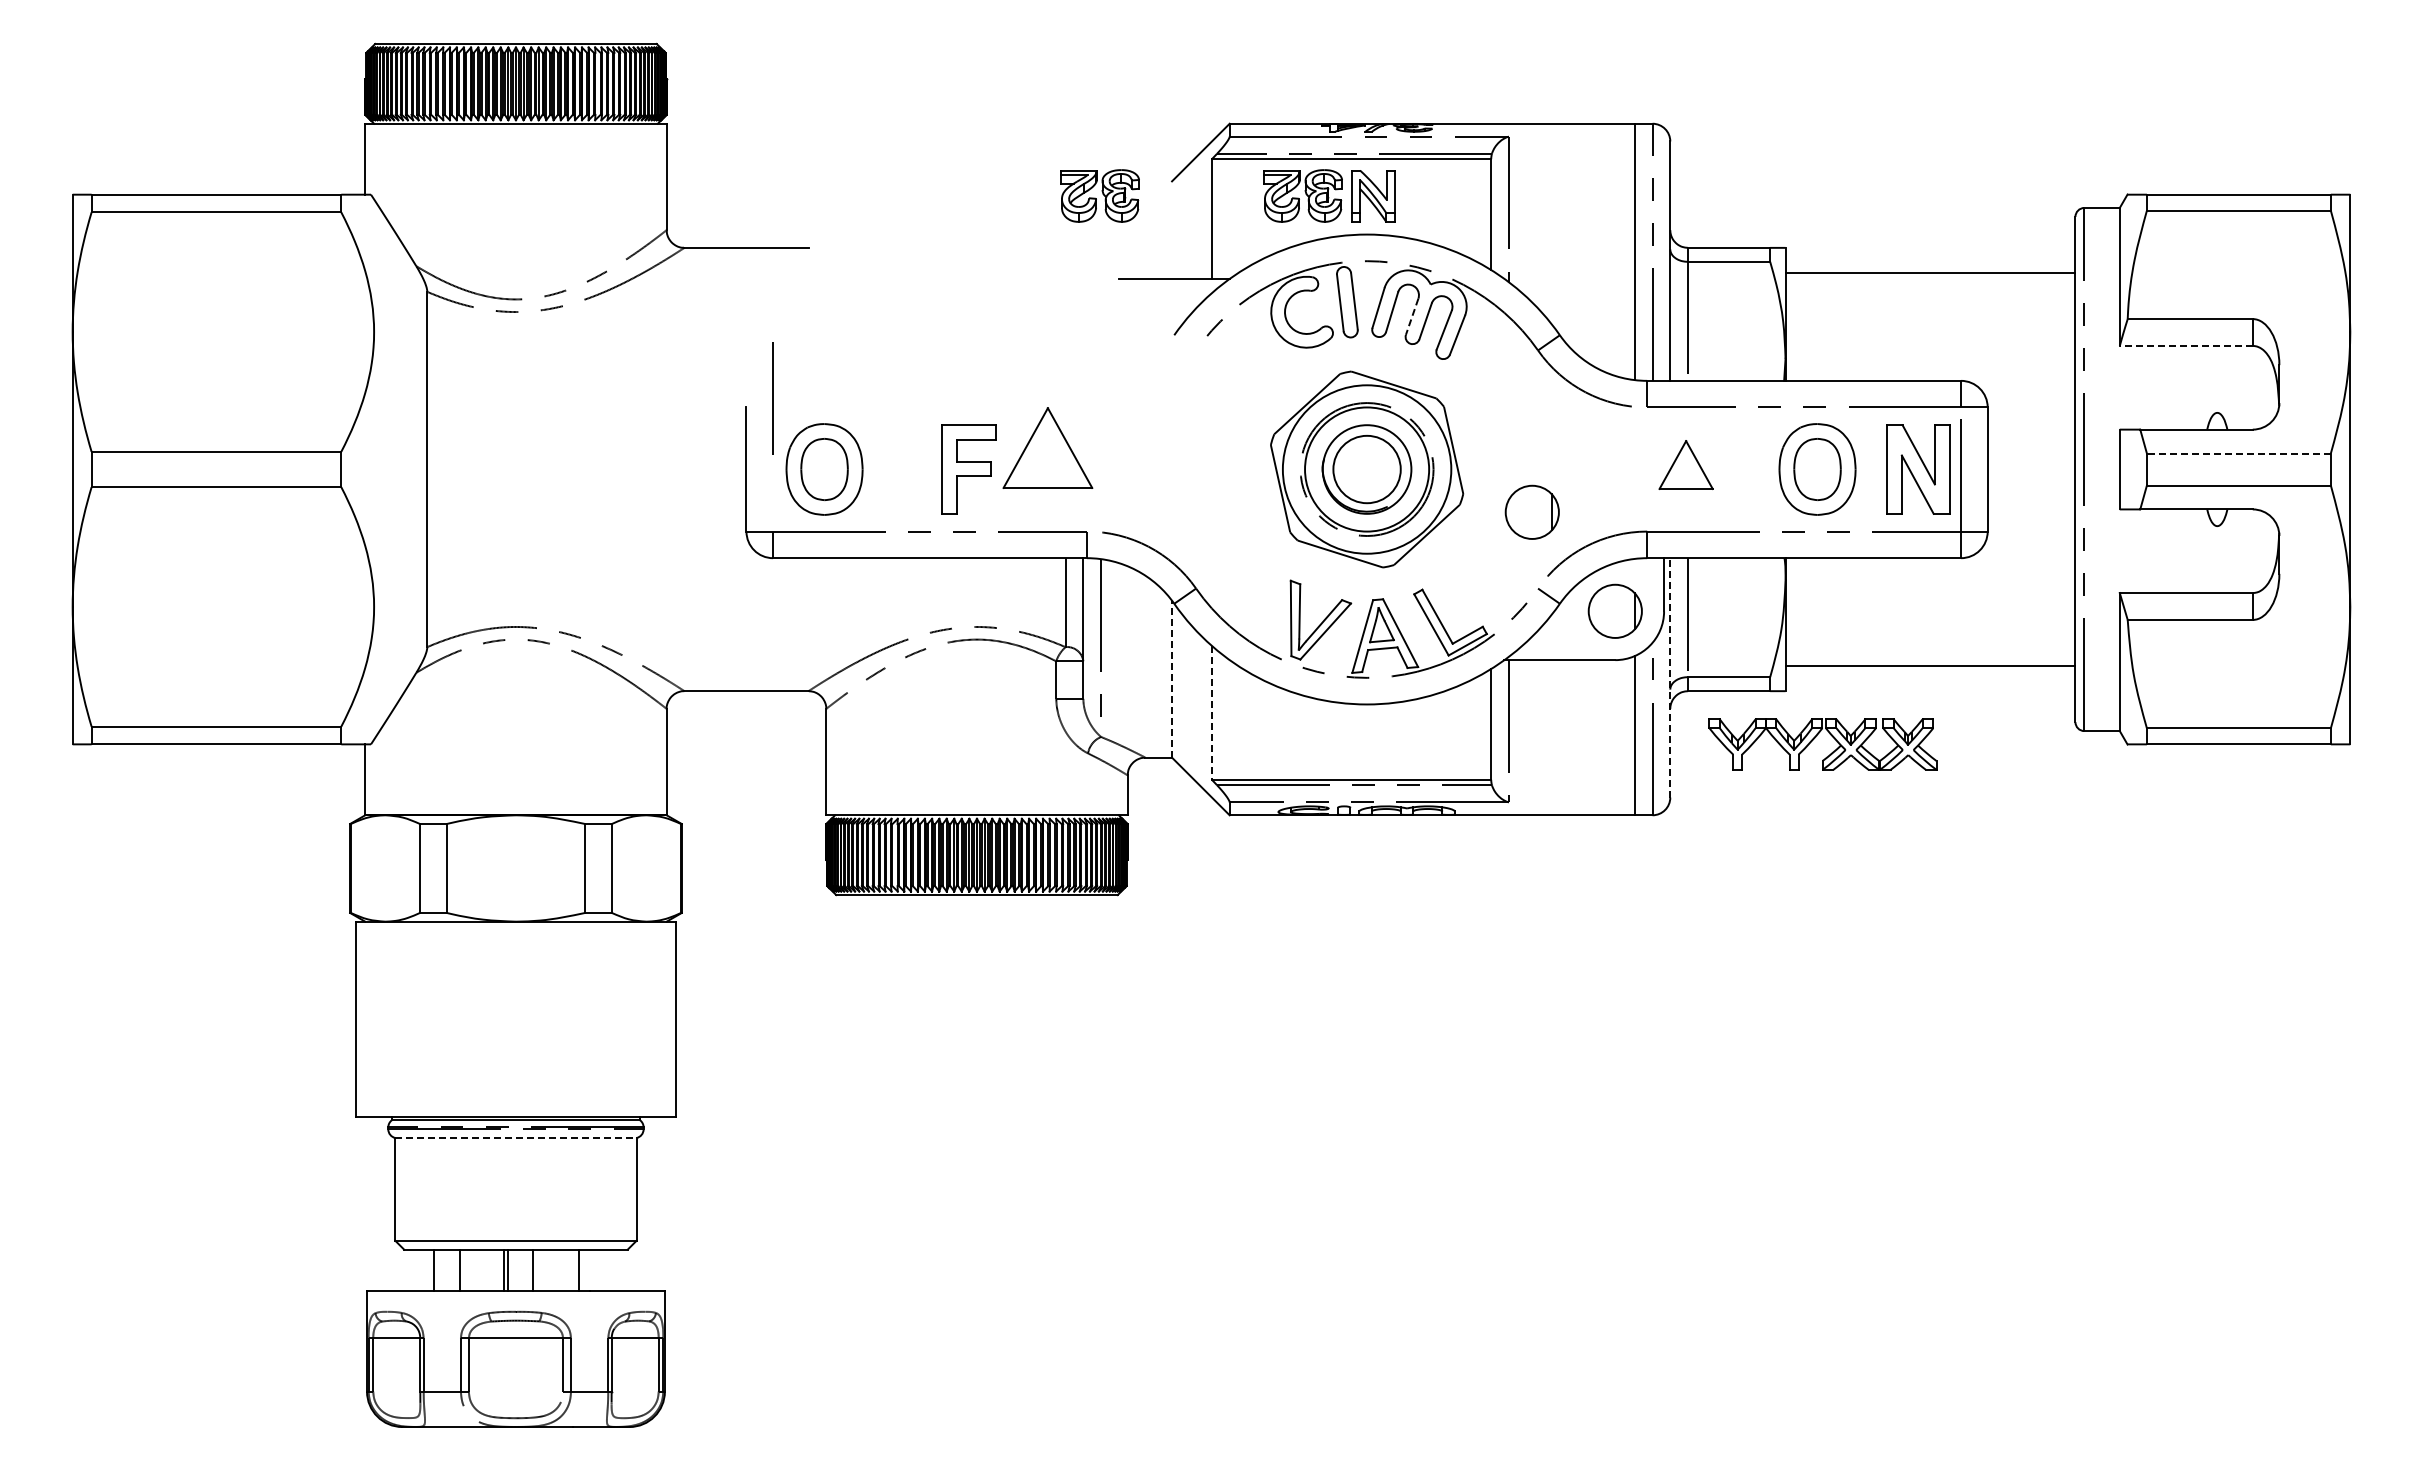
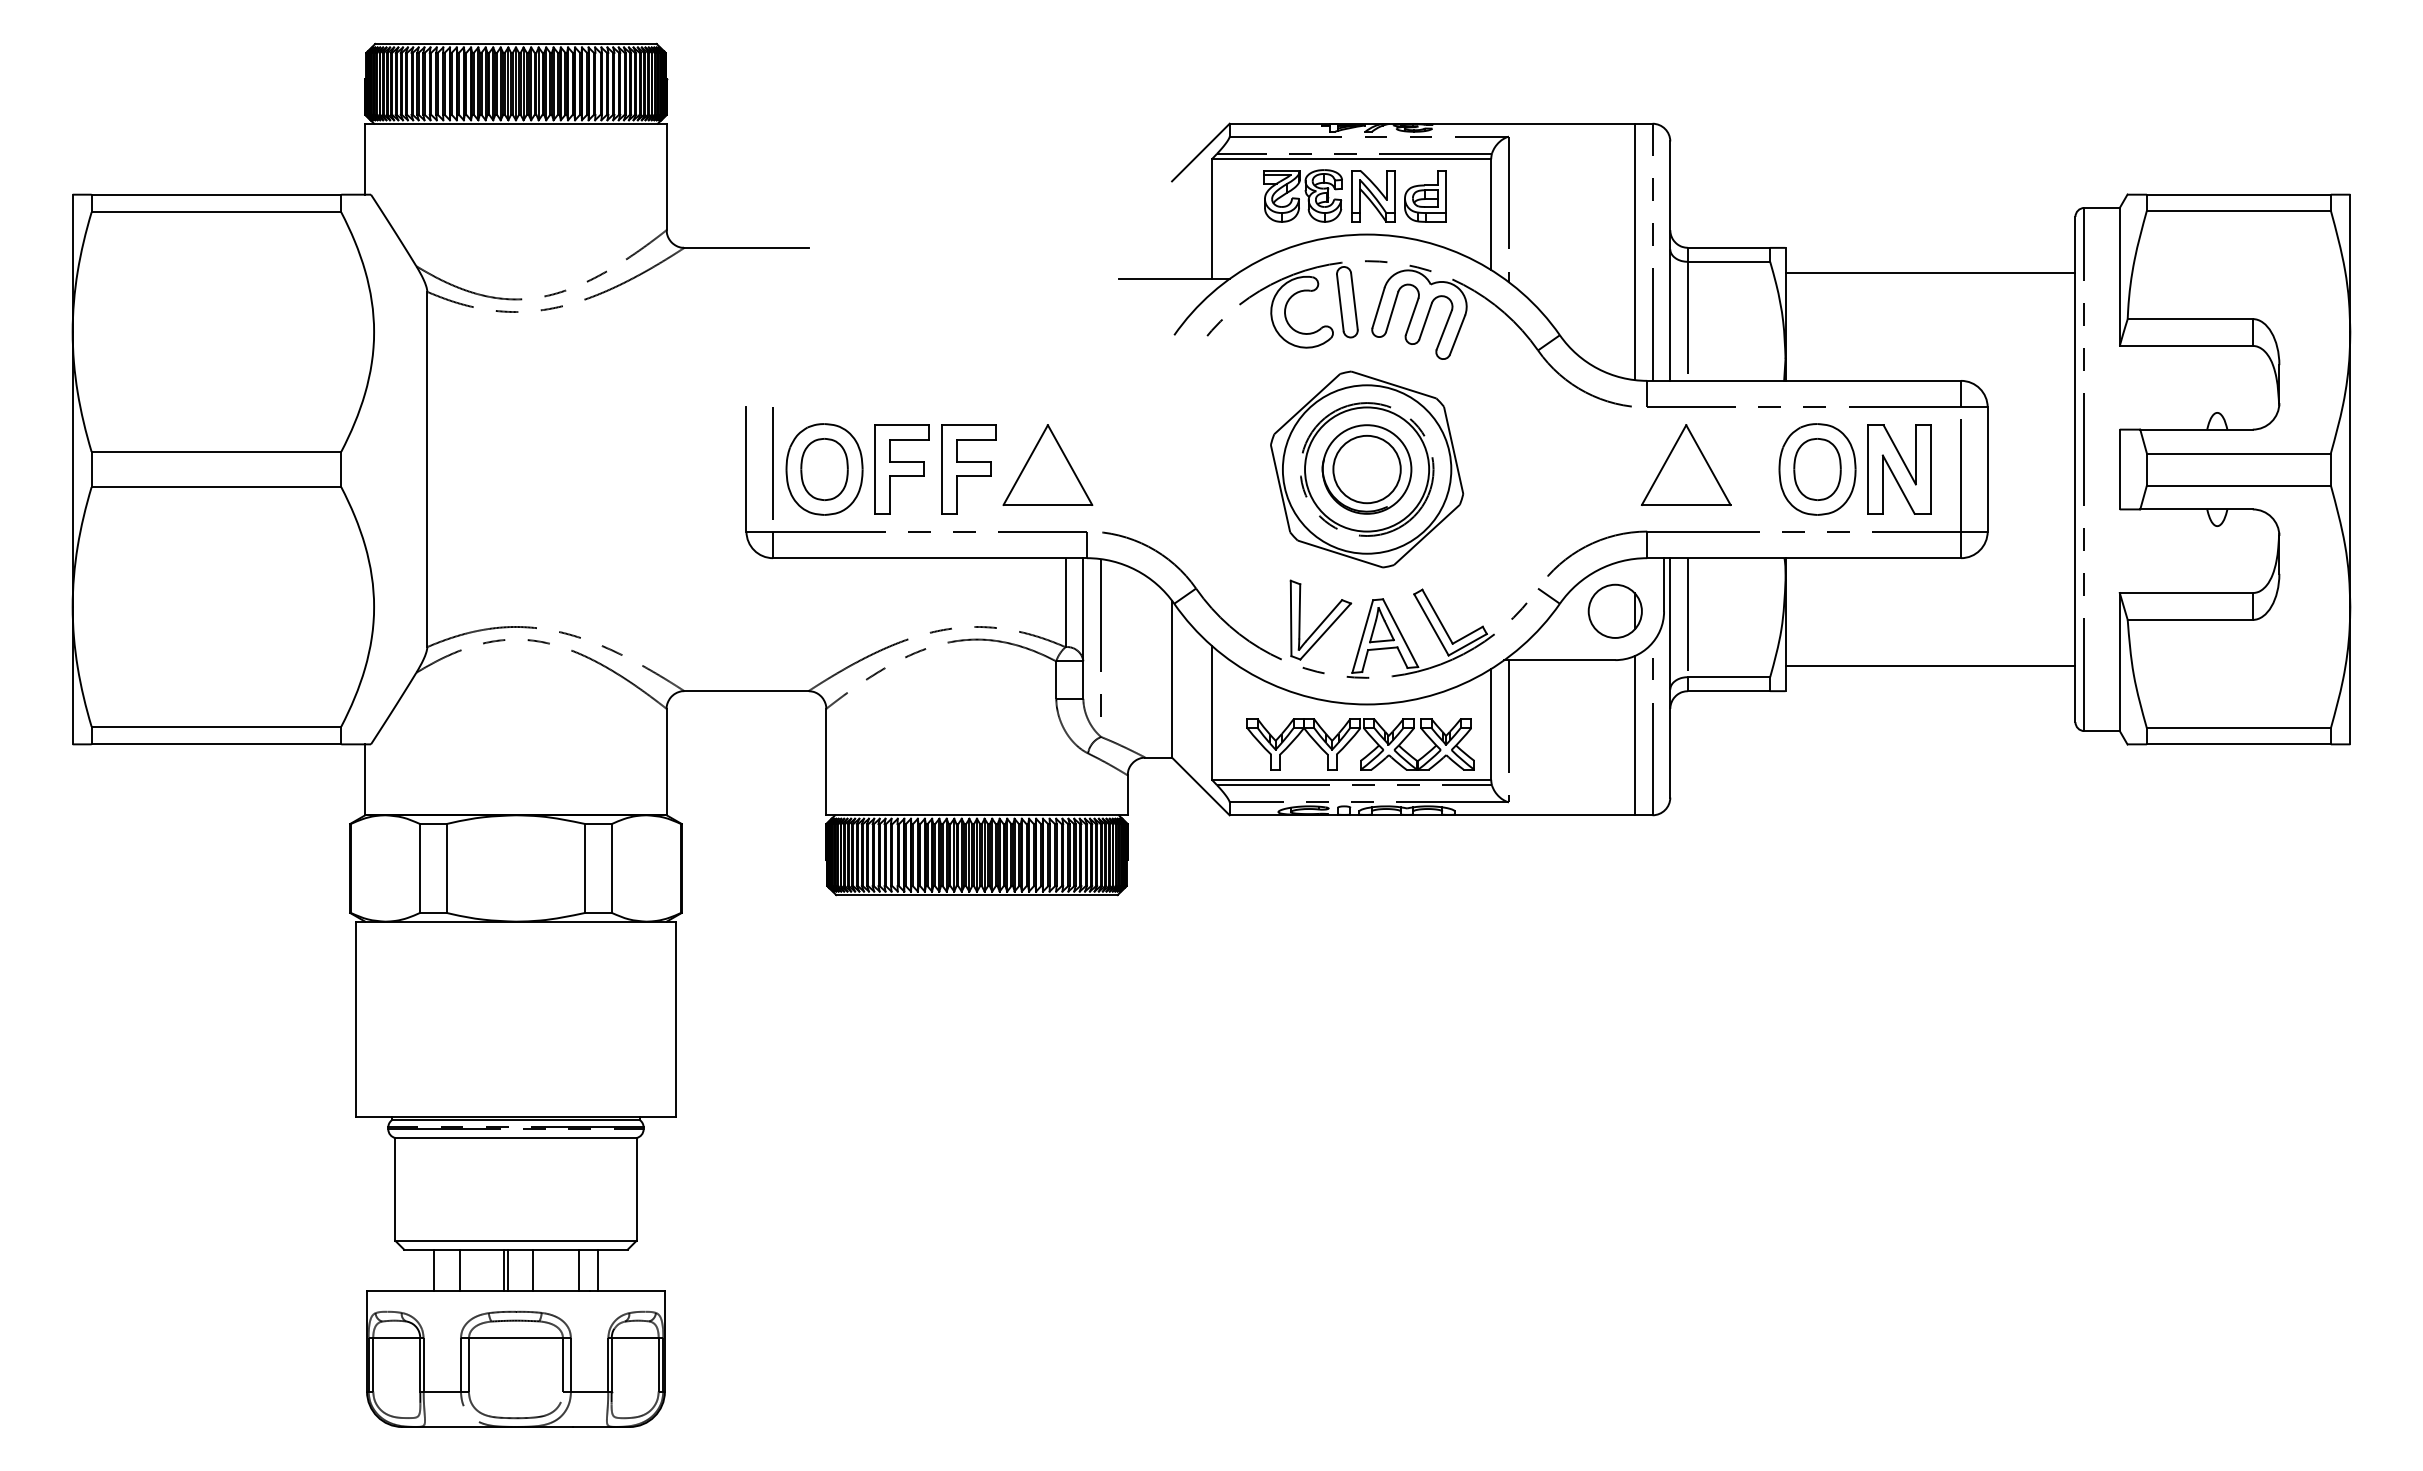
part at (1099, 195): present -> none
part at (1425, 196): none -> present
line at (1412, 317): dashed -> solid
line at (2185, 345): dashed -> solid
line at (772, 398) position: (772, 398) -> (772, 463)
part at (1047, 447) position: (1047, 447) -> (1047, 464)
line at (2238, 453): dashed -> solid
part at (1685, 464) size: 56x50 px -> 92x82 px
part at (901, 469): none -> present
part at (1918, 469) position: (1918, 469) -> (1899, 469)
part at (1531, 511): present -> none
line at (1670, 677): dashed -> solid
line at (1172, 678): dashed -> solid
line at (1211, 712): dashed -> solid
part at (1816, 737) position: (1816, 737) -> (1354, 737)
line at (515, 1138): dashed -> solid
line at (598, 1269): none -> present
